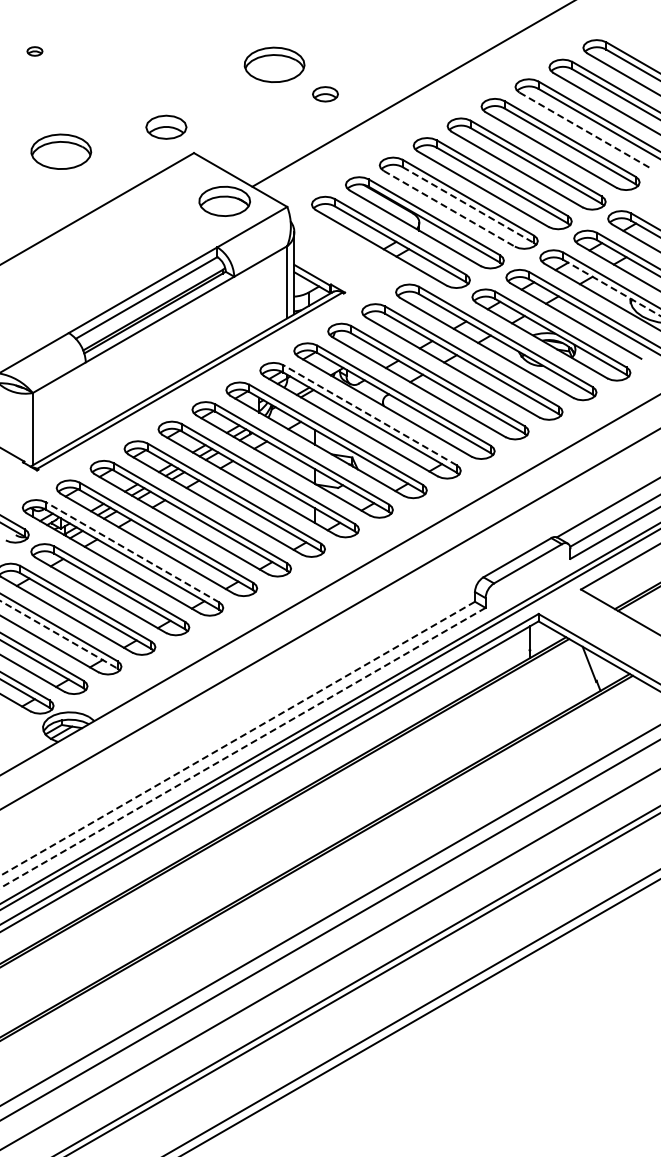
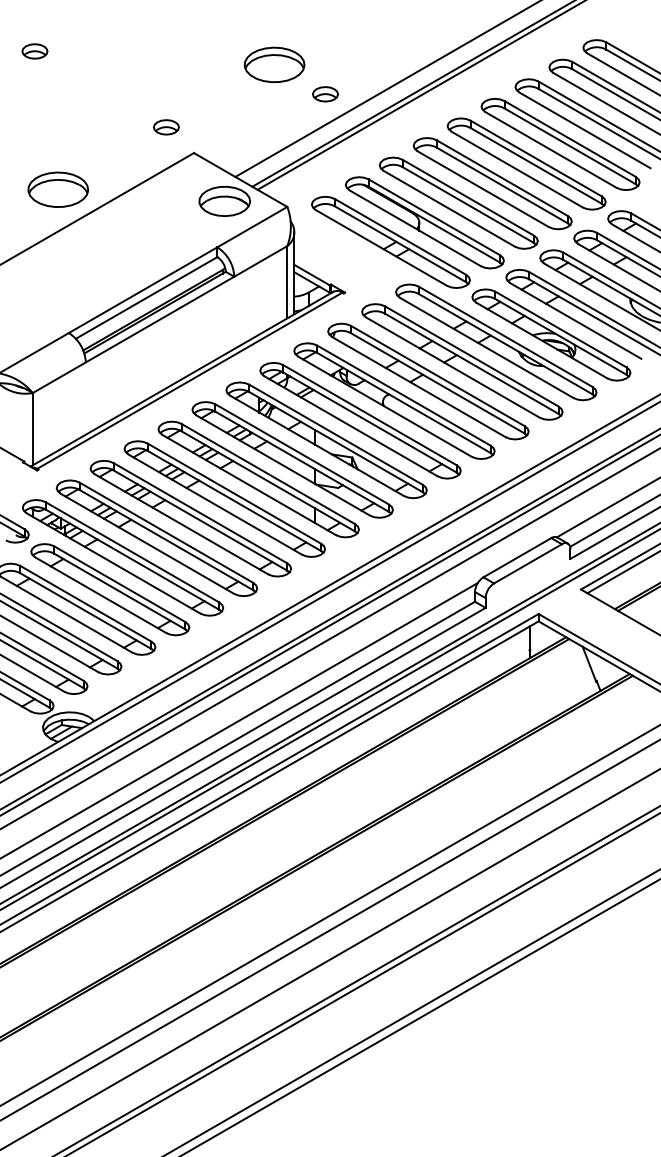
part at (34, 51) size: 18x11 px -> 28x17 px
line at (386, 89): none -> present
line at (419, 95): none -> present
part at (166, 126) size: 43x26 px -> 27x17 px
line at (584, 130): dashed -> solid
part at (61, 151) position: (61, 151) -> (58, 189)
line at (468, 205): dashed -> solid
line at (449, 208): dashed -> solid
line at (612, 288): dashed -> solid
line at (369, 415): dashed -> solid
line at (132, 552): dashed -> solid
line at (622, 572): none -> present
line at (329, 592): none -> present
line at (329, 625): none -> present
line at (58, 634): dashed -> solid
line at (329, 639): none -> present
line at (239, 719): none -> present
line at (237, 738): dashed -> solid
line at (243, 747): dashed -> solid
